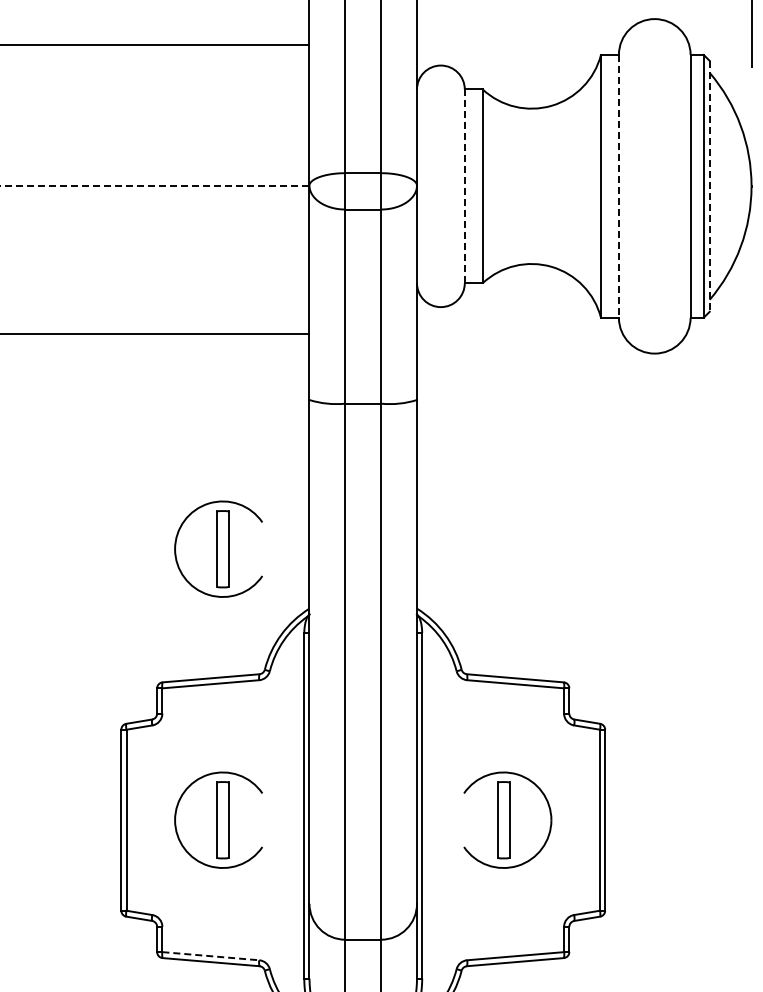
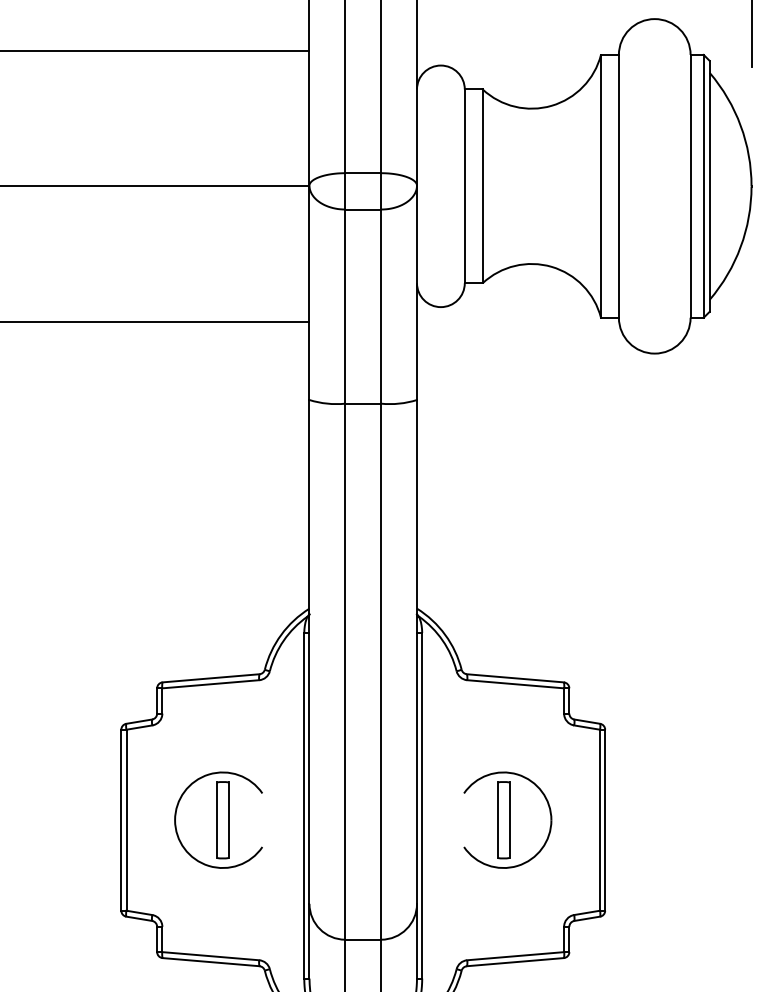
line at (155, 45) position: (155, 45) -> (155, 51)
line at (154, 186): dashed -> solid
line at (464, 186): dashed -> solid
line at (618, 186): dashed -> solid
line at (709, 186): dashed -> solid
line at (155, 333) position: (155, 333) -> (155, 321)
part at (218, 548): present -> none
line at (210, 956): dashed -> solid
